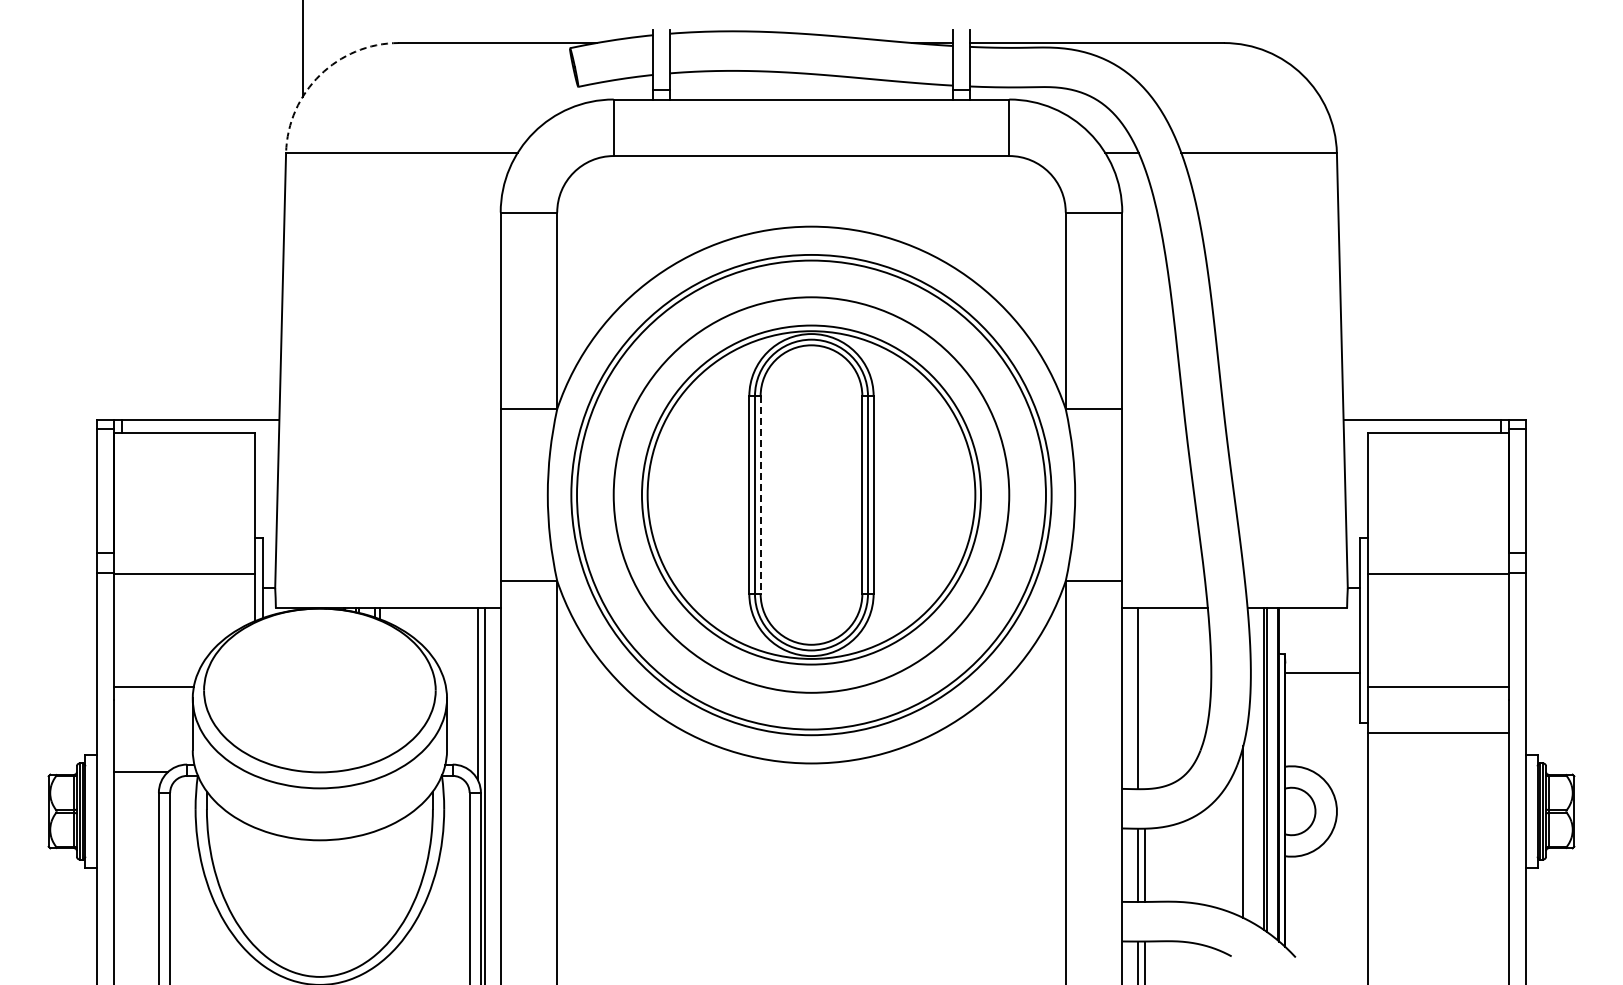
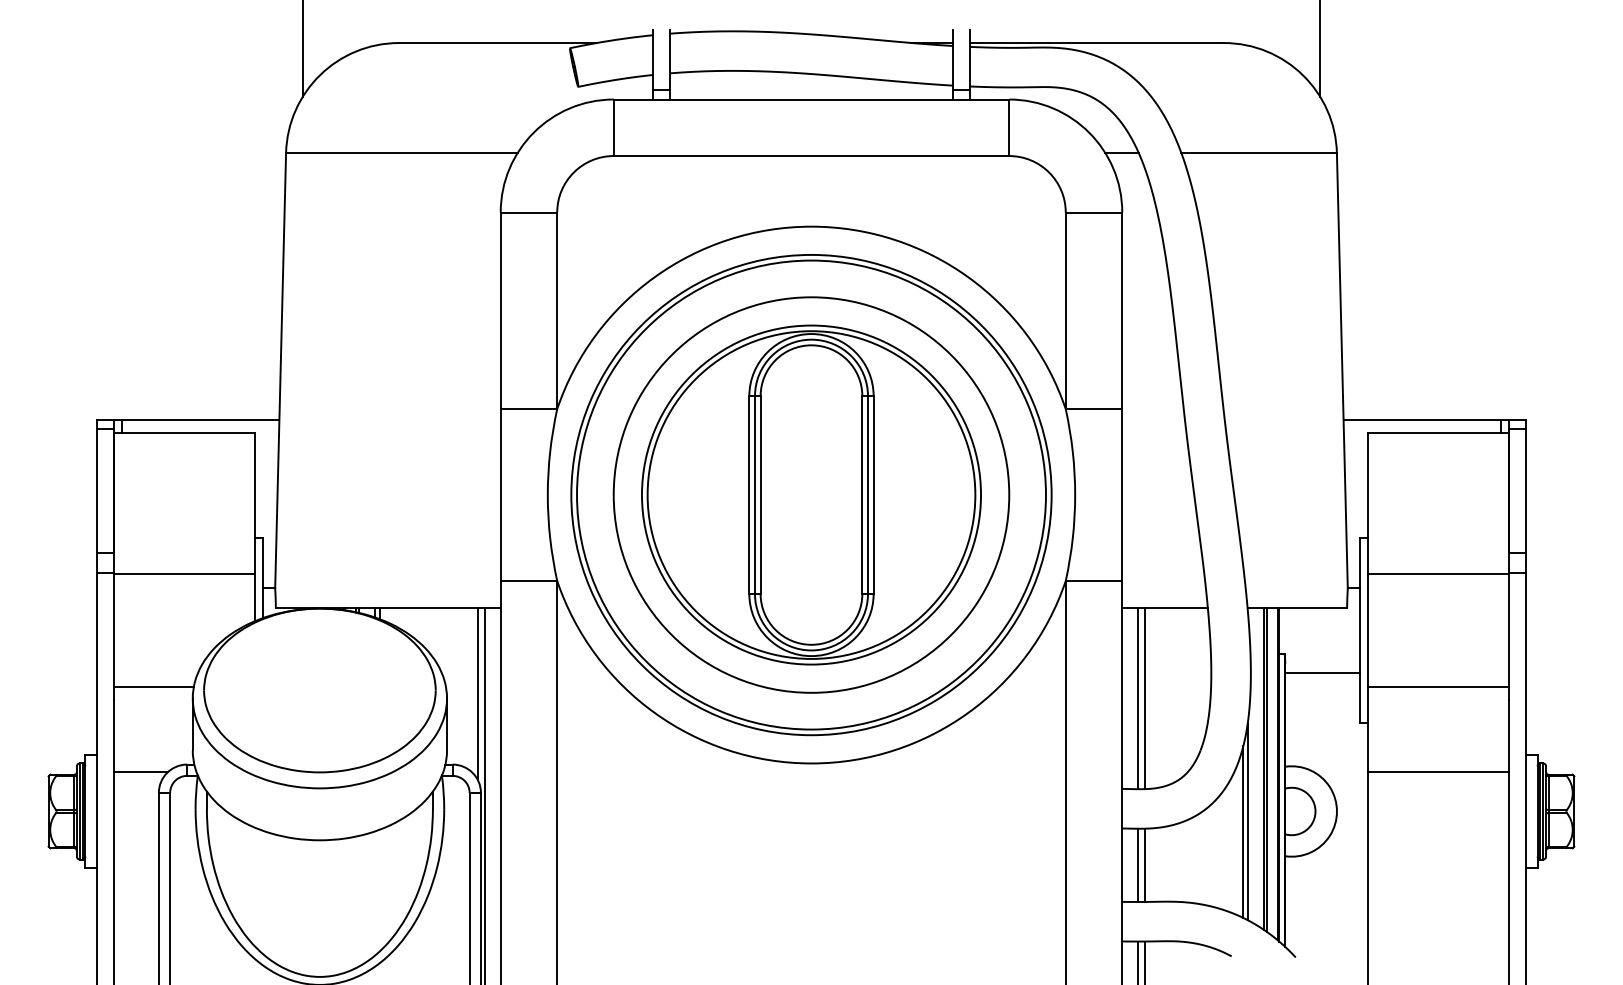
line at (1320, 49): none -> present
arc at (320, 75): dashed -> solid
line at (760, 495): dashed -> solid
line at (1145, 698): none -> present
line at (1438, 732) position: (1438, 732) -> (1438, 771)
line at (1247, 822): none -> present
